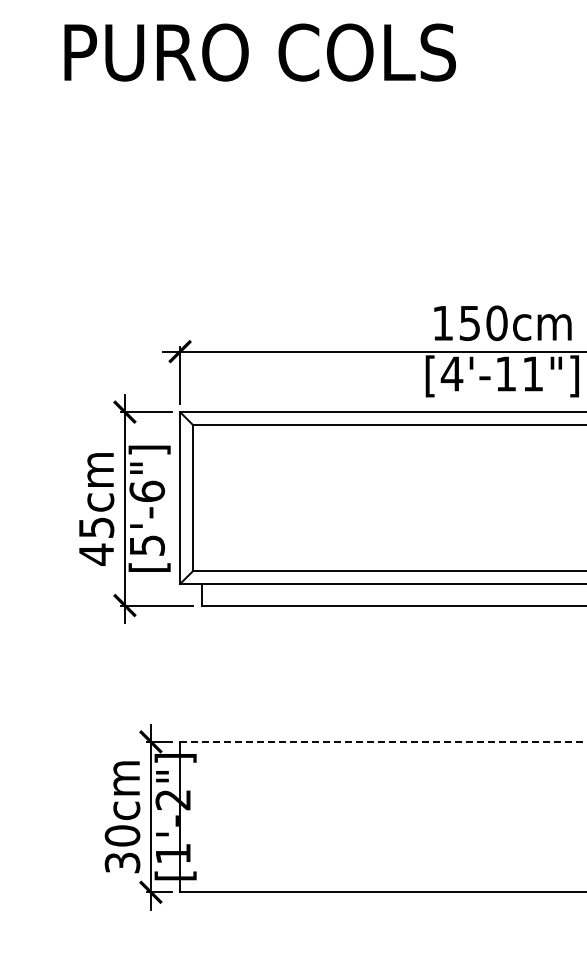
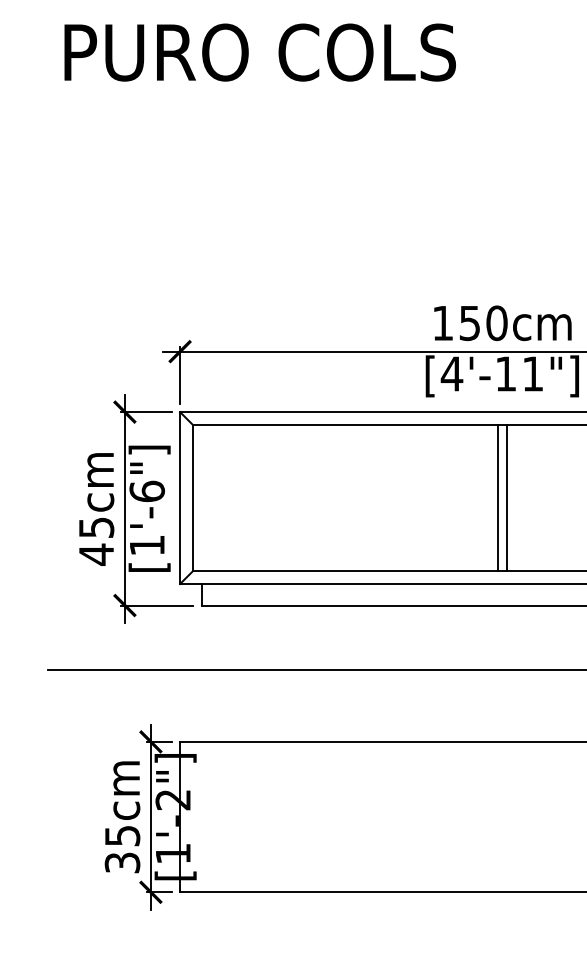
line at (498, 498): none -> present
line at (506, 498): none -> present
text at (147, 545): [5'-6"] -> [1'-6"]
line at (315, 670): none -> present
line at (383, 741): dashed -> solid
text at (122, 835): 30cm -> 35cm
